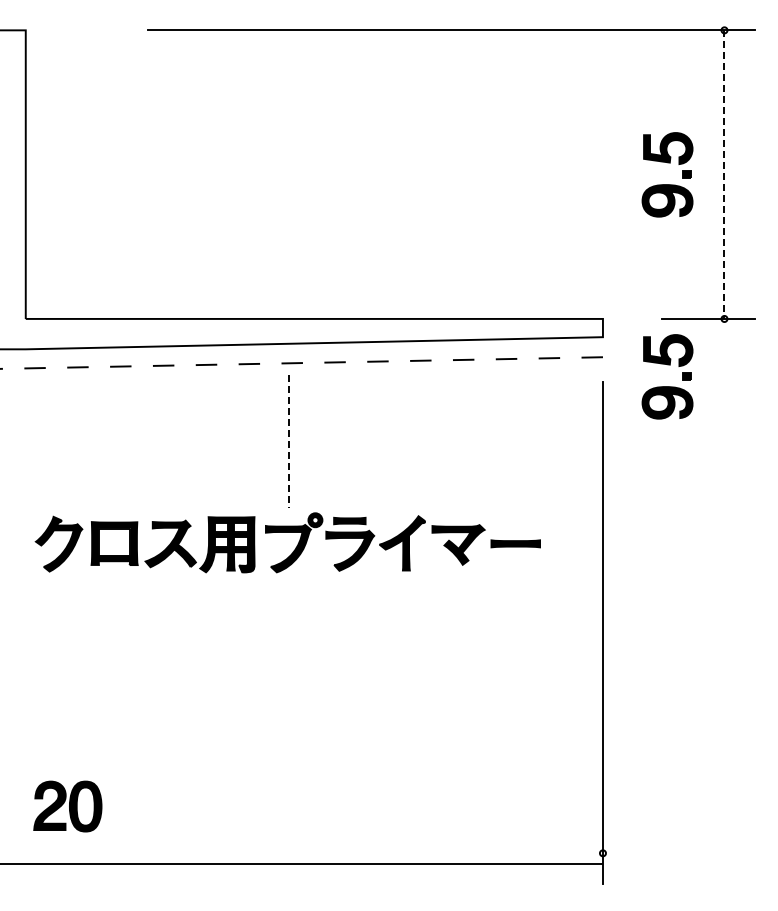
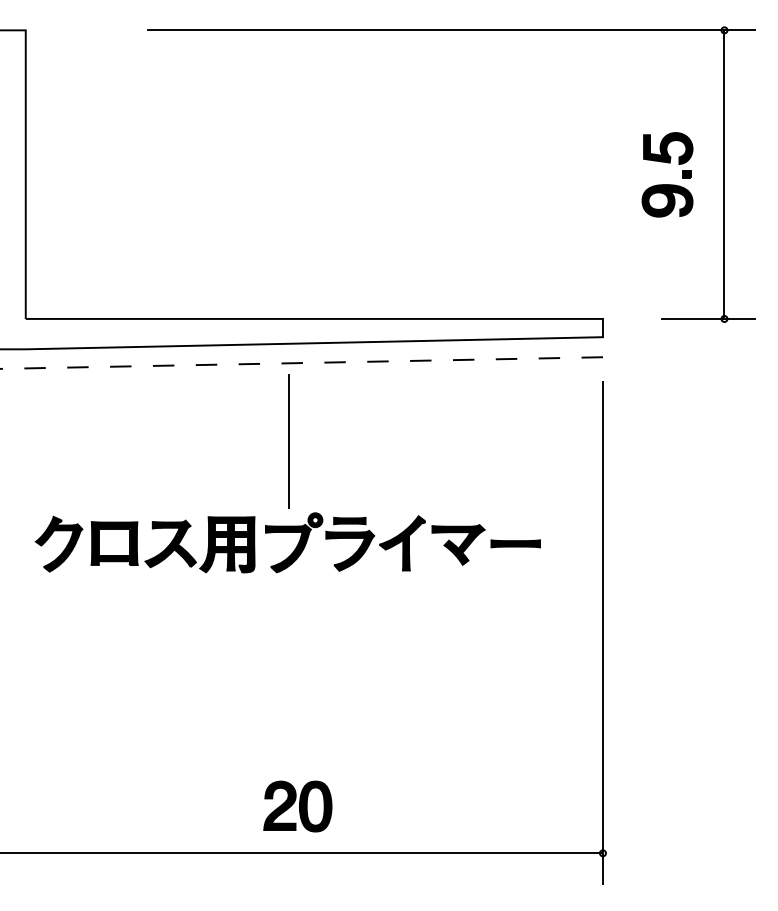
line at (724, 175): dashed -> solid
part at (667, 386): present -> none
line at (288, 441): dashed -> solid
part at (67, 806) position: (67, 806) -> (297, 806)
line at (301, 864) position: (301, 864) -> (301, 853)
